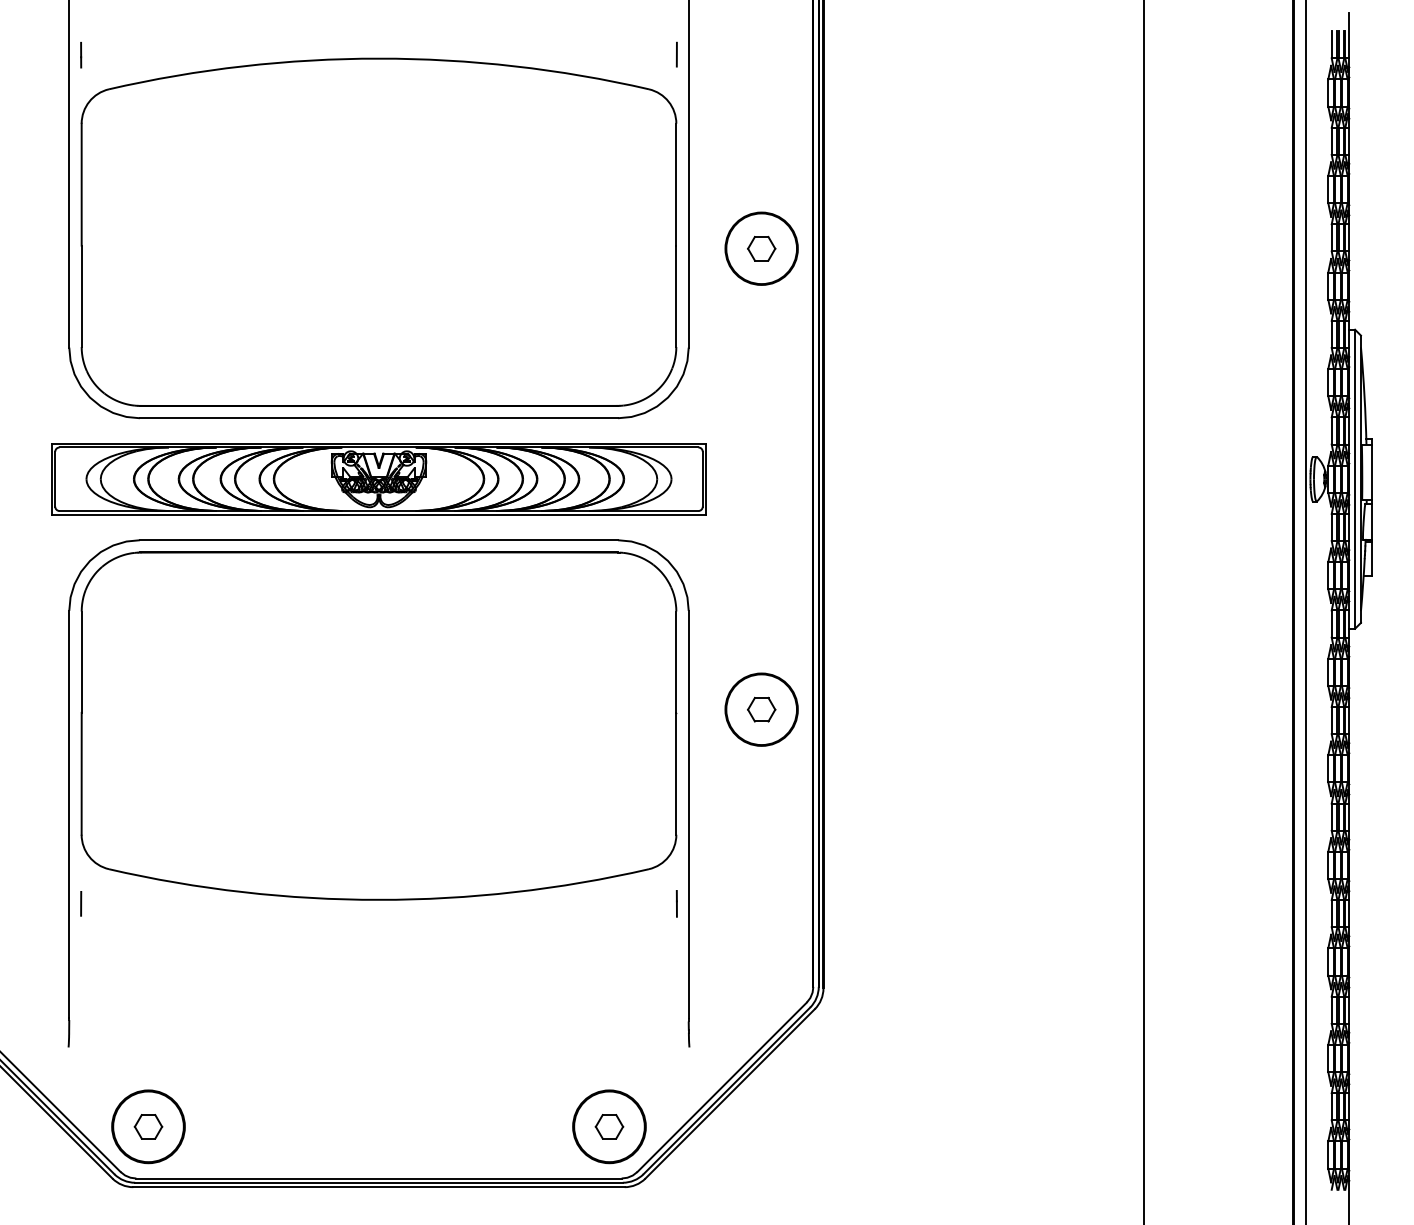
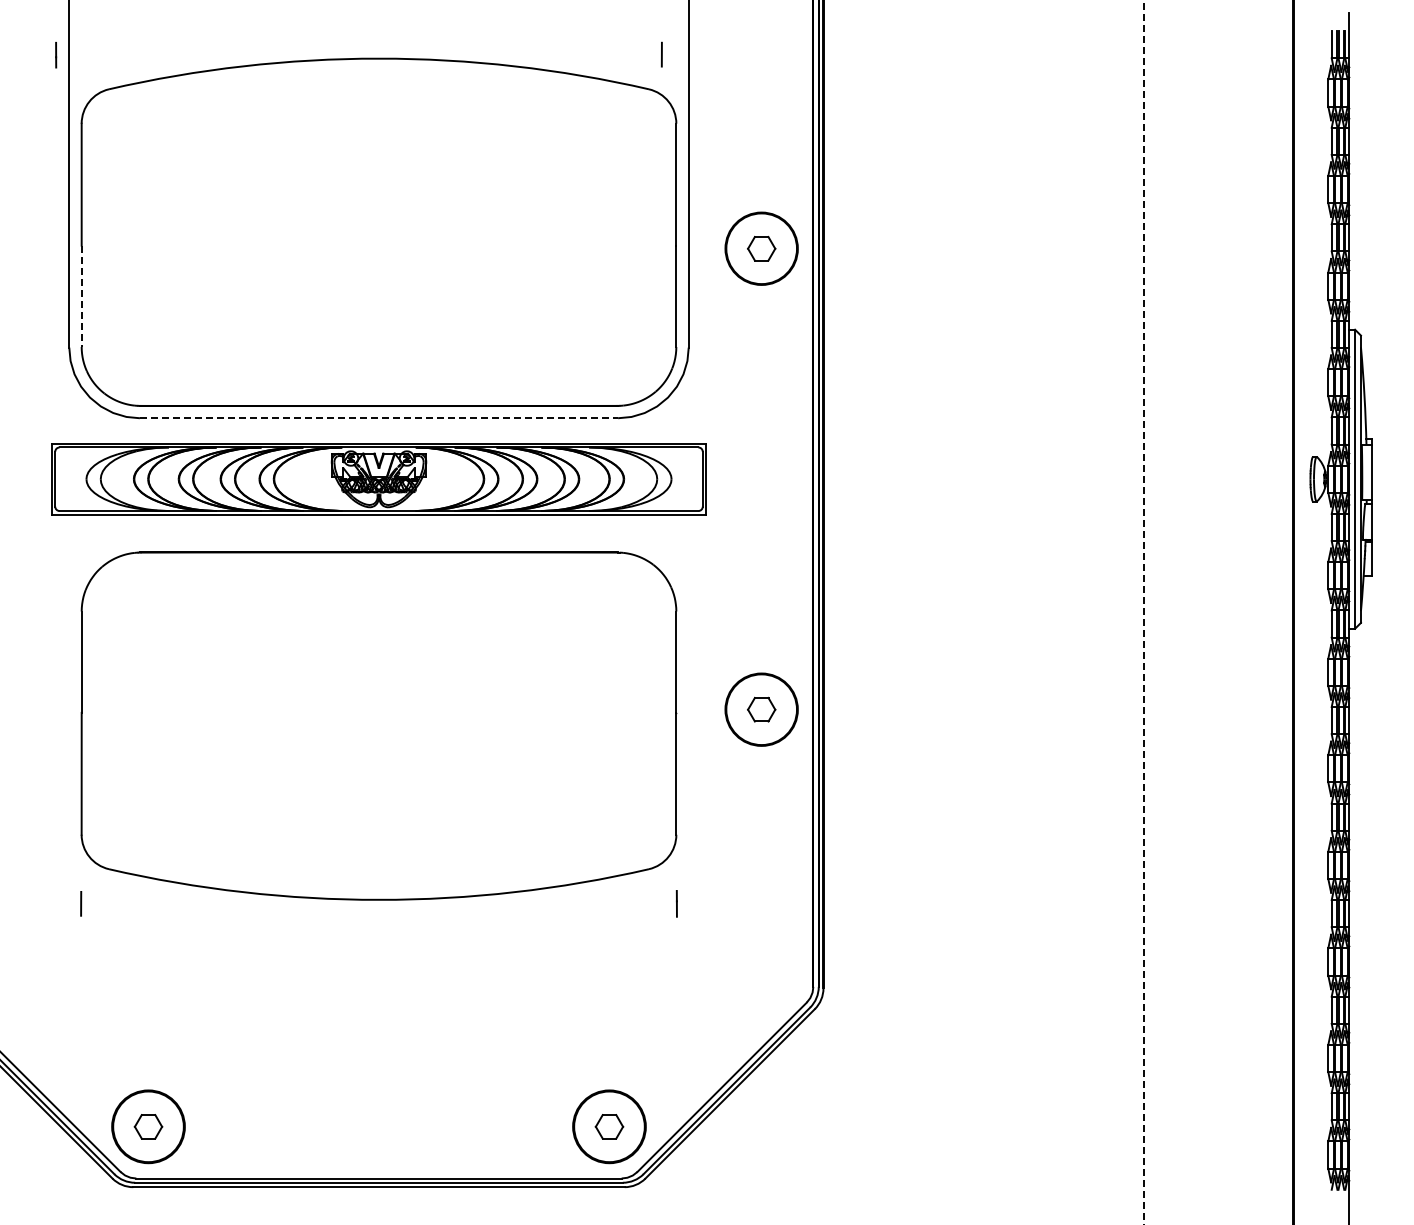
line at (676, 54) position: (676, 54) -> (661, 54)
line at (81, 55) position: (81, 55) -> (56, 55)
line at (81, 296): solid -> dashed
line at (379, 418): solid -> dashed
part at (378, 540): present -> none
line at (1305, 611): present -> none
line at (1144, 612): solid -> dashed
